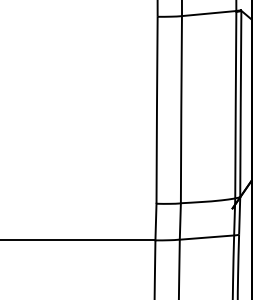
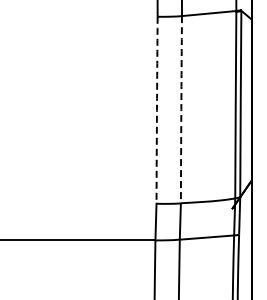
arc at (181, 109): solid -> dashed
arc at (156, 110): solid -> dashed
